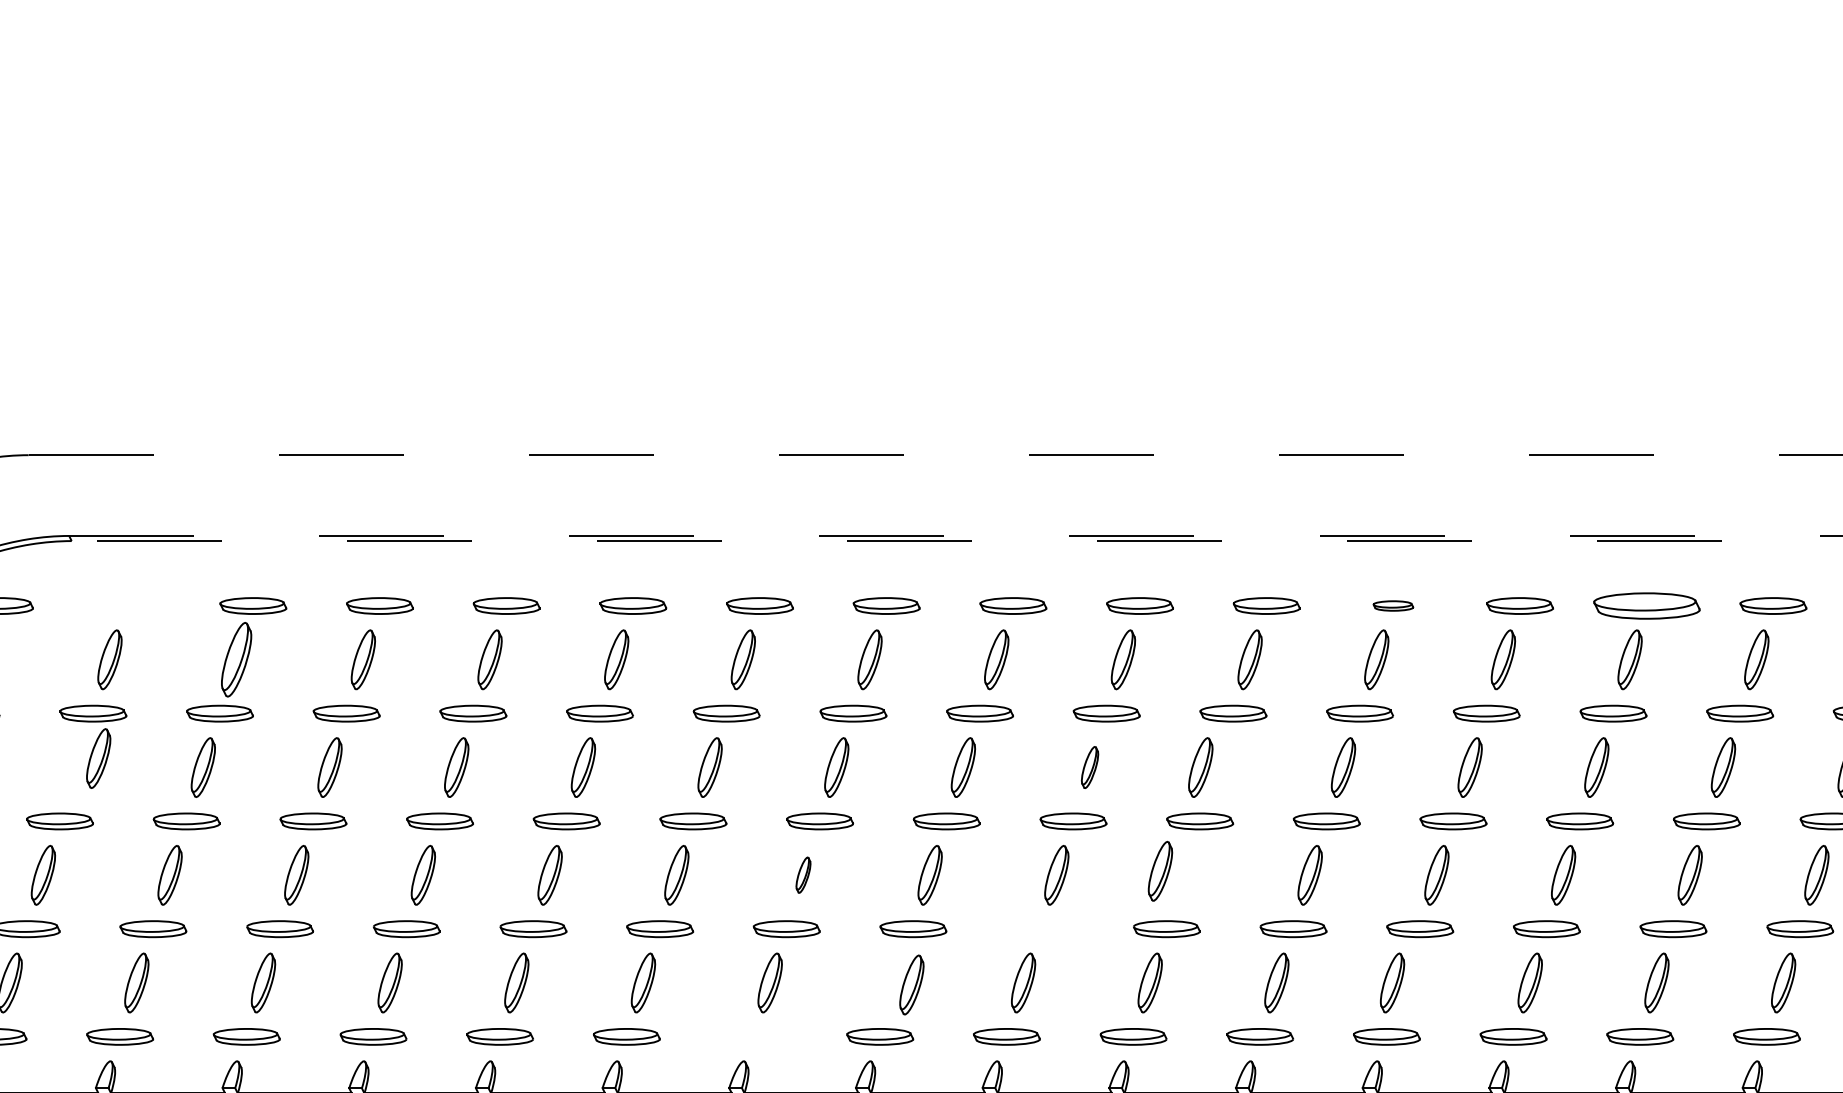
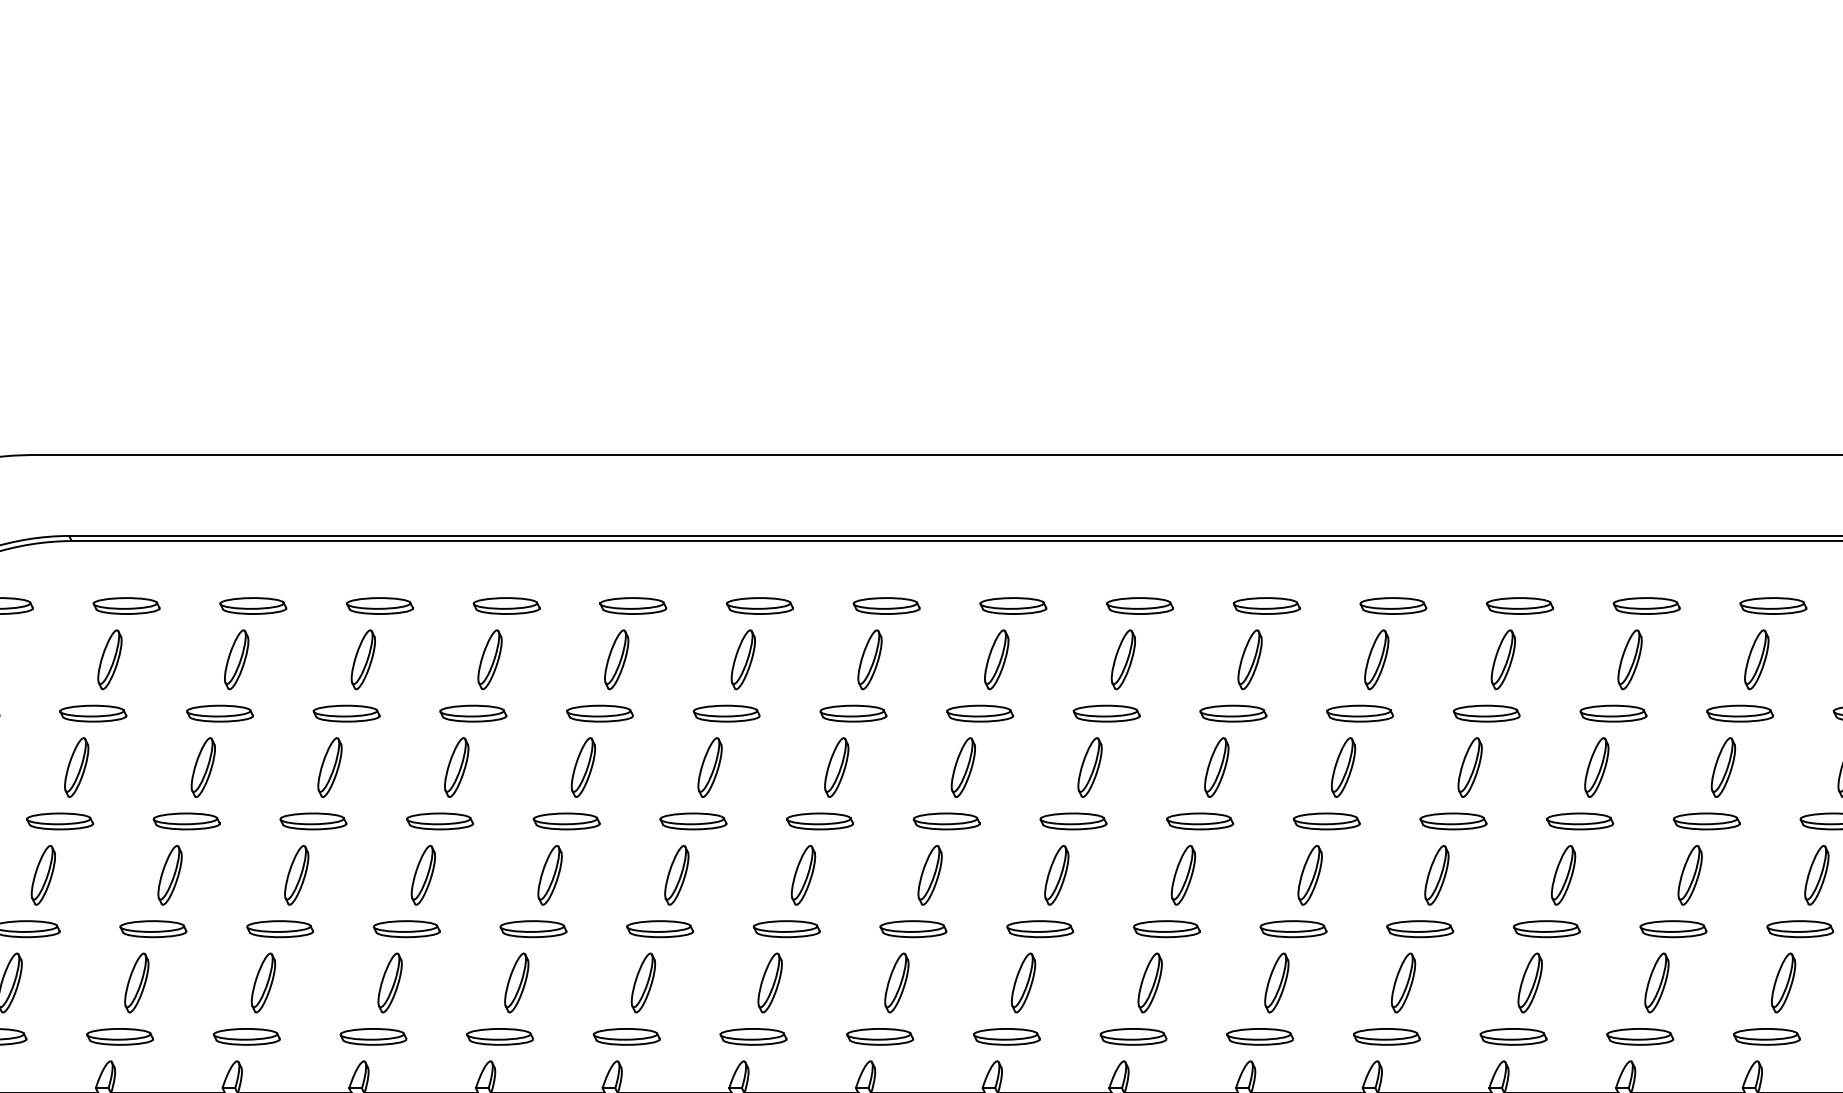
line at (935, 455): dashed -> solid
line at (956, 535): dashed -> solid
line at (956, 541): dashed -> solid
part at (126, 605): none -> present
part at (1393, 605) size: 43x12 px -> 69x18 px
part at (1646, 605) size: 108x28 px -> 69x18 px
part at (236, 659) size: 32x76 px -> 26x62 px
part at (98, 758) position: (98, 758) -> (76, 767)
part at (1089, 767) size: 20x43 px -> 26x61 px
part at (1200, 767) position: (1200, 767) -> (1216, 767)
part at (1160, 870) position: (1160, 870) -> (1183, 874)
part at (803, 874) size: 17x38 px -> 27x62 px
part at (1040, 929): none -> present
part at (1392, 982) position: (1392, 982) -> (1403, 982)
part at (911, 984) position: (911, 984) -> (896, 982)
part at (753, 1036): none -> present
